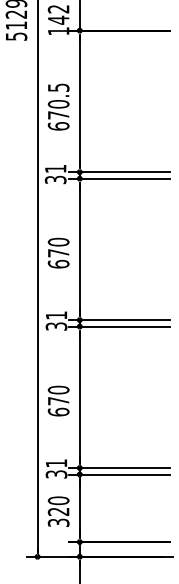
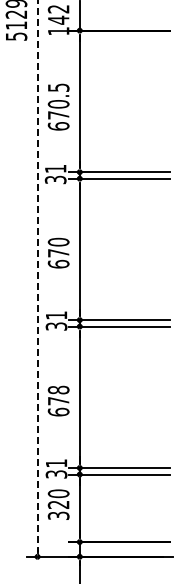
line at (37, 276): solid -> dashed
text at (58, 389): 670 -> 678
text at (58, 511) position: (58, 511) -> (58, 504)
